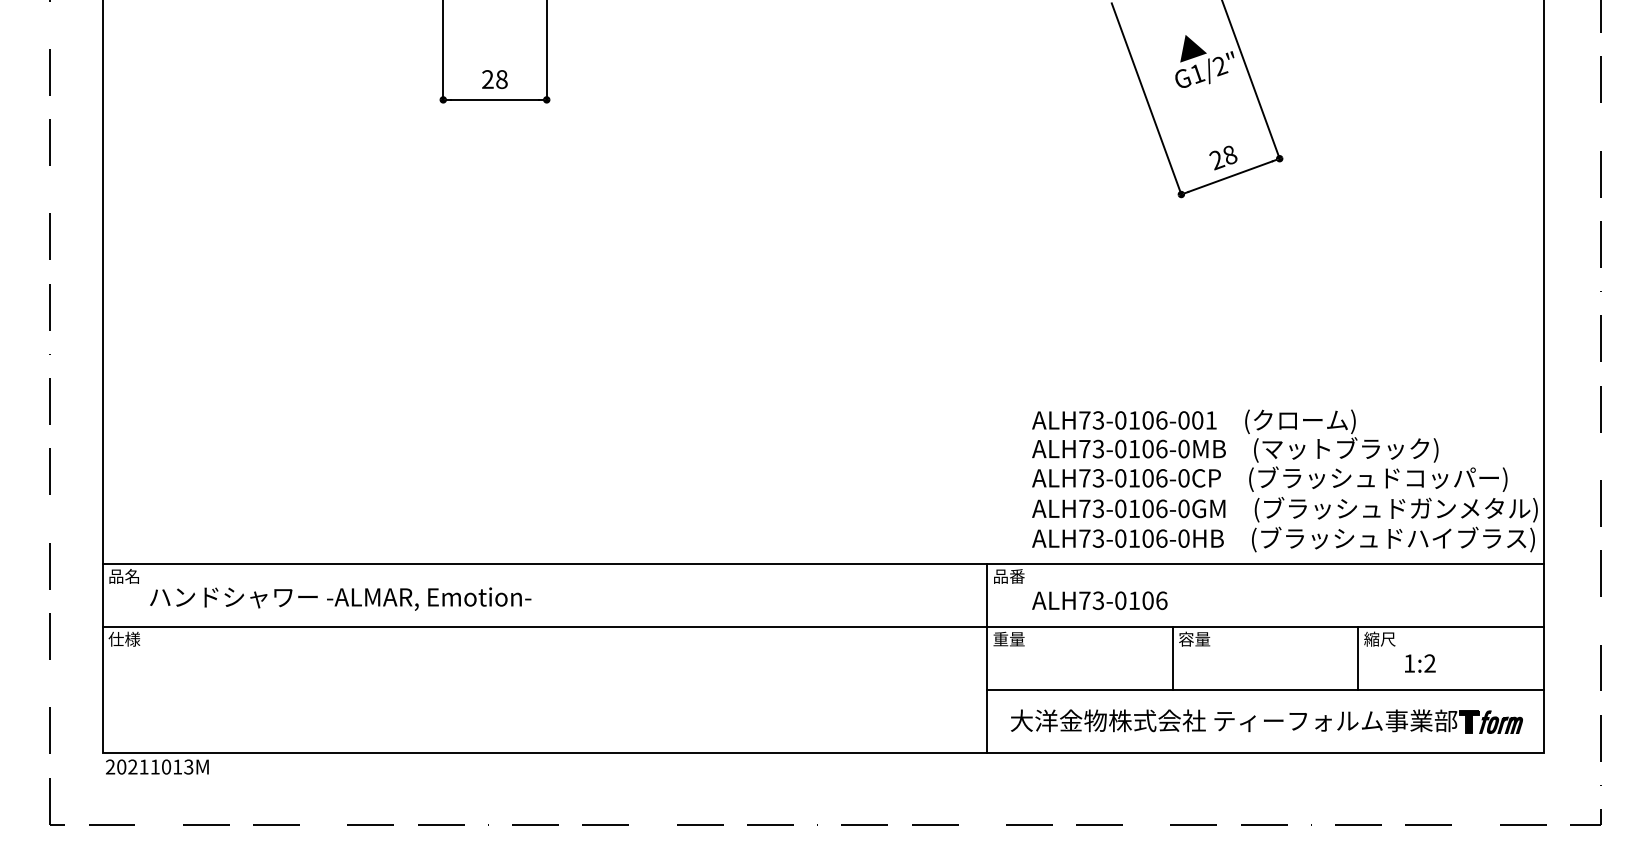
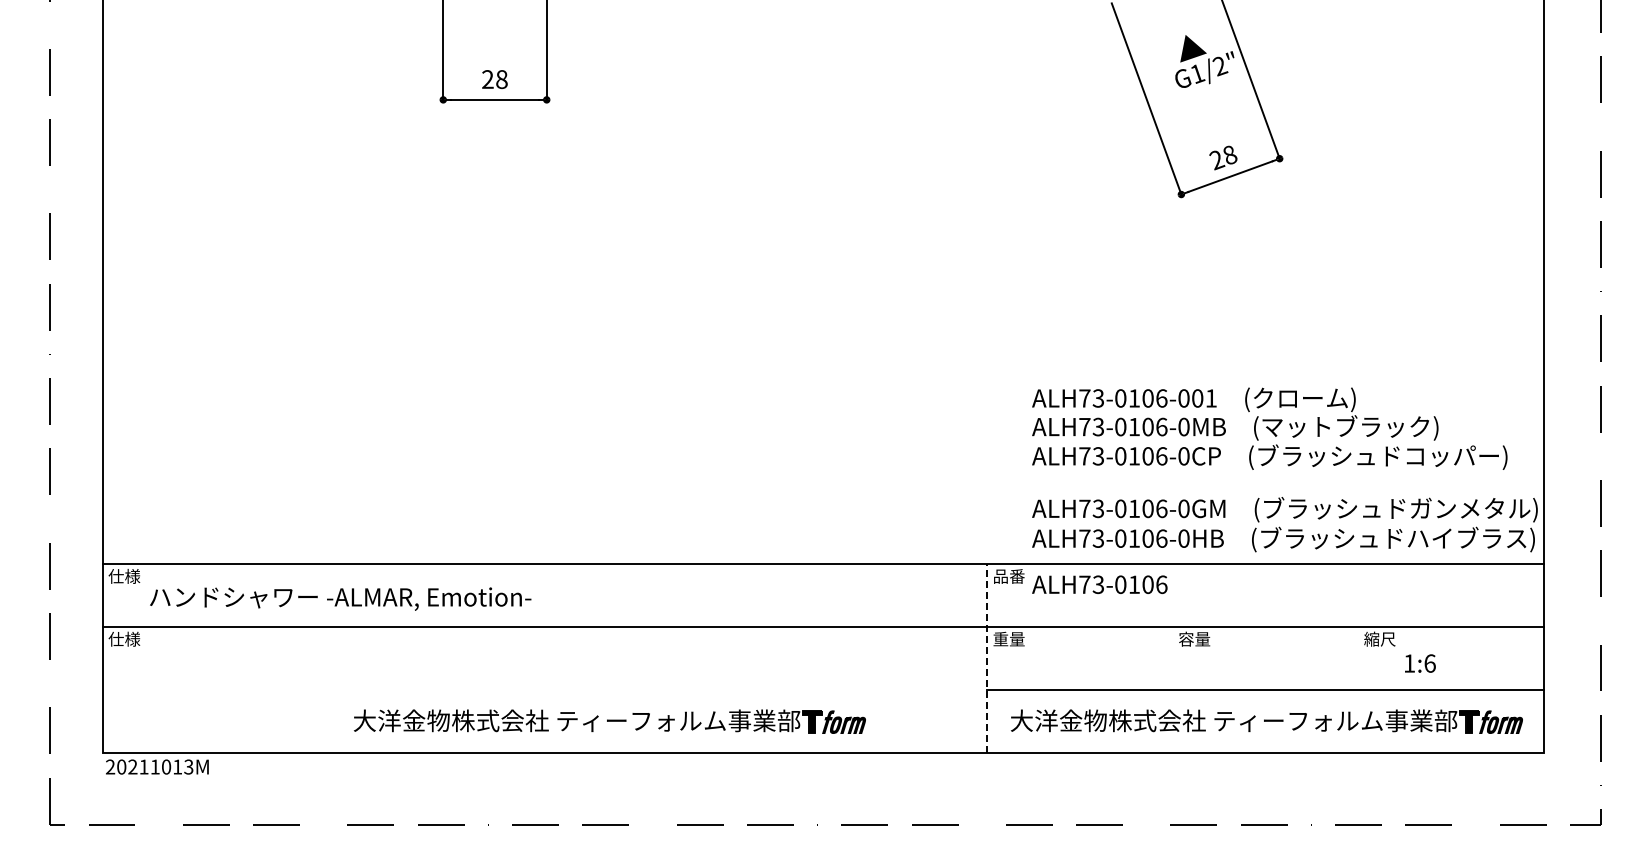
text at (1269, 450) position: (1269, 450) -> (1269, 428)
text at (124, 575): 品名 -> 仕様
text at (1099, 600) position: (1099, 600) -> (1099, 584)
line at (987, 658): solid -> dashed
line at (1172, 658): present -> none
line at (1358, 658): present -> none
text at (1429, 663): 1:2 -> 1:6
part at (609, 721): none -> present
